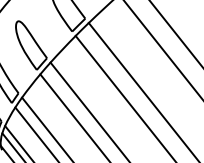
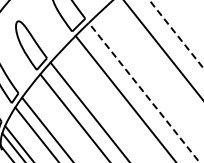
line at (176, 33): solid -> dashed
line at (144, 92): solid -> dashed
